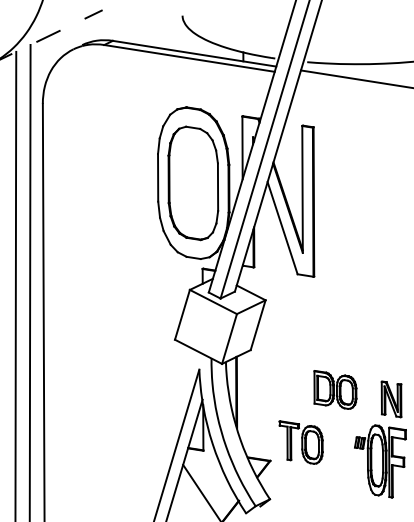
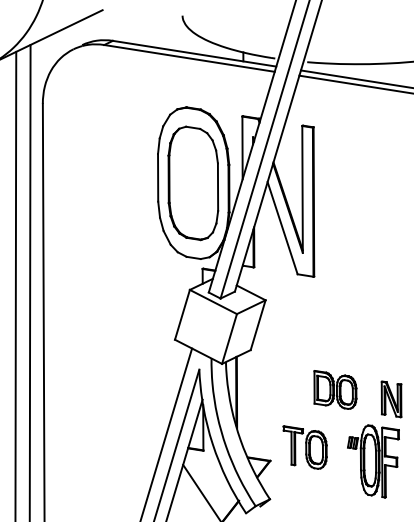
line at (51, 34): dashed -> solid
line at (354, 84): none -> present
line at (166, 433): none -> present
part at (300, 442) position: (300, 442) -> (304, 447)
part at (380, 461) position: (380, 461) -> (373, 461)
